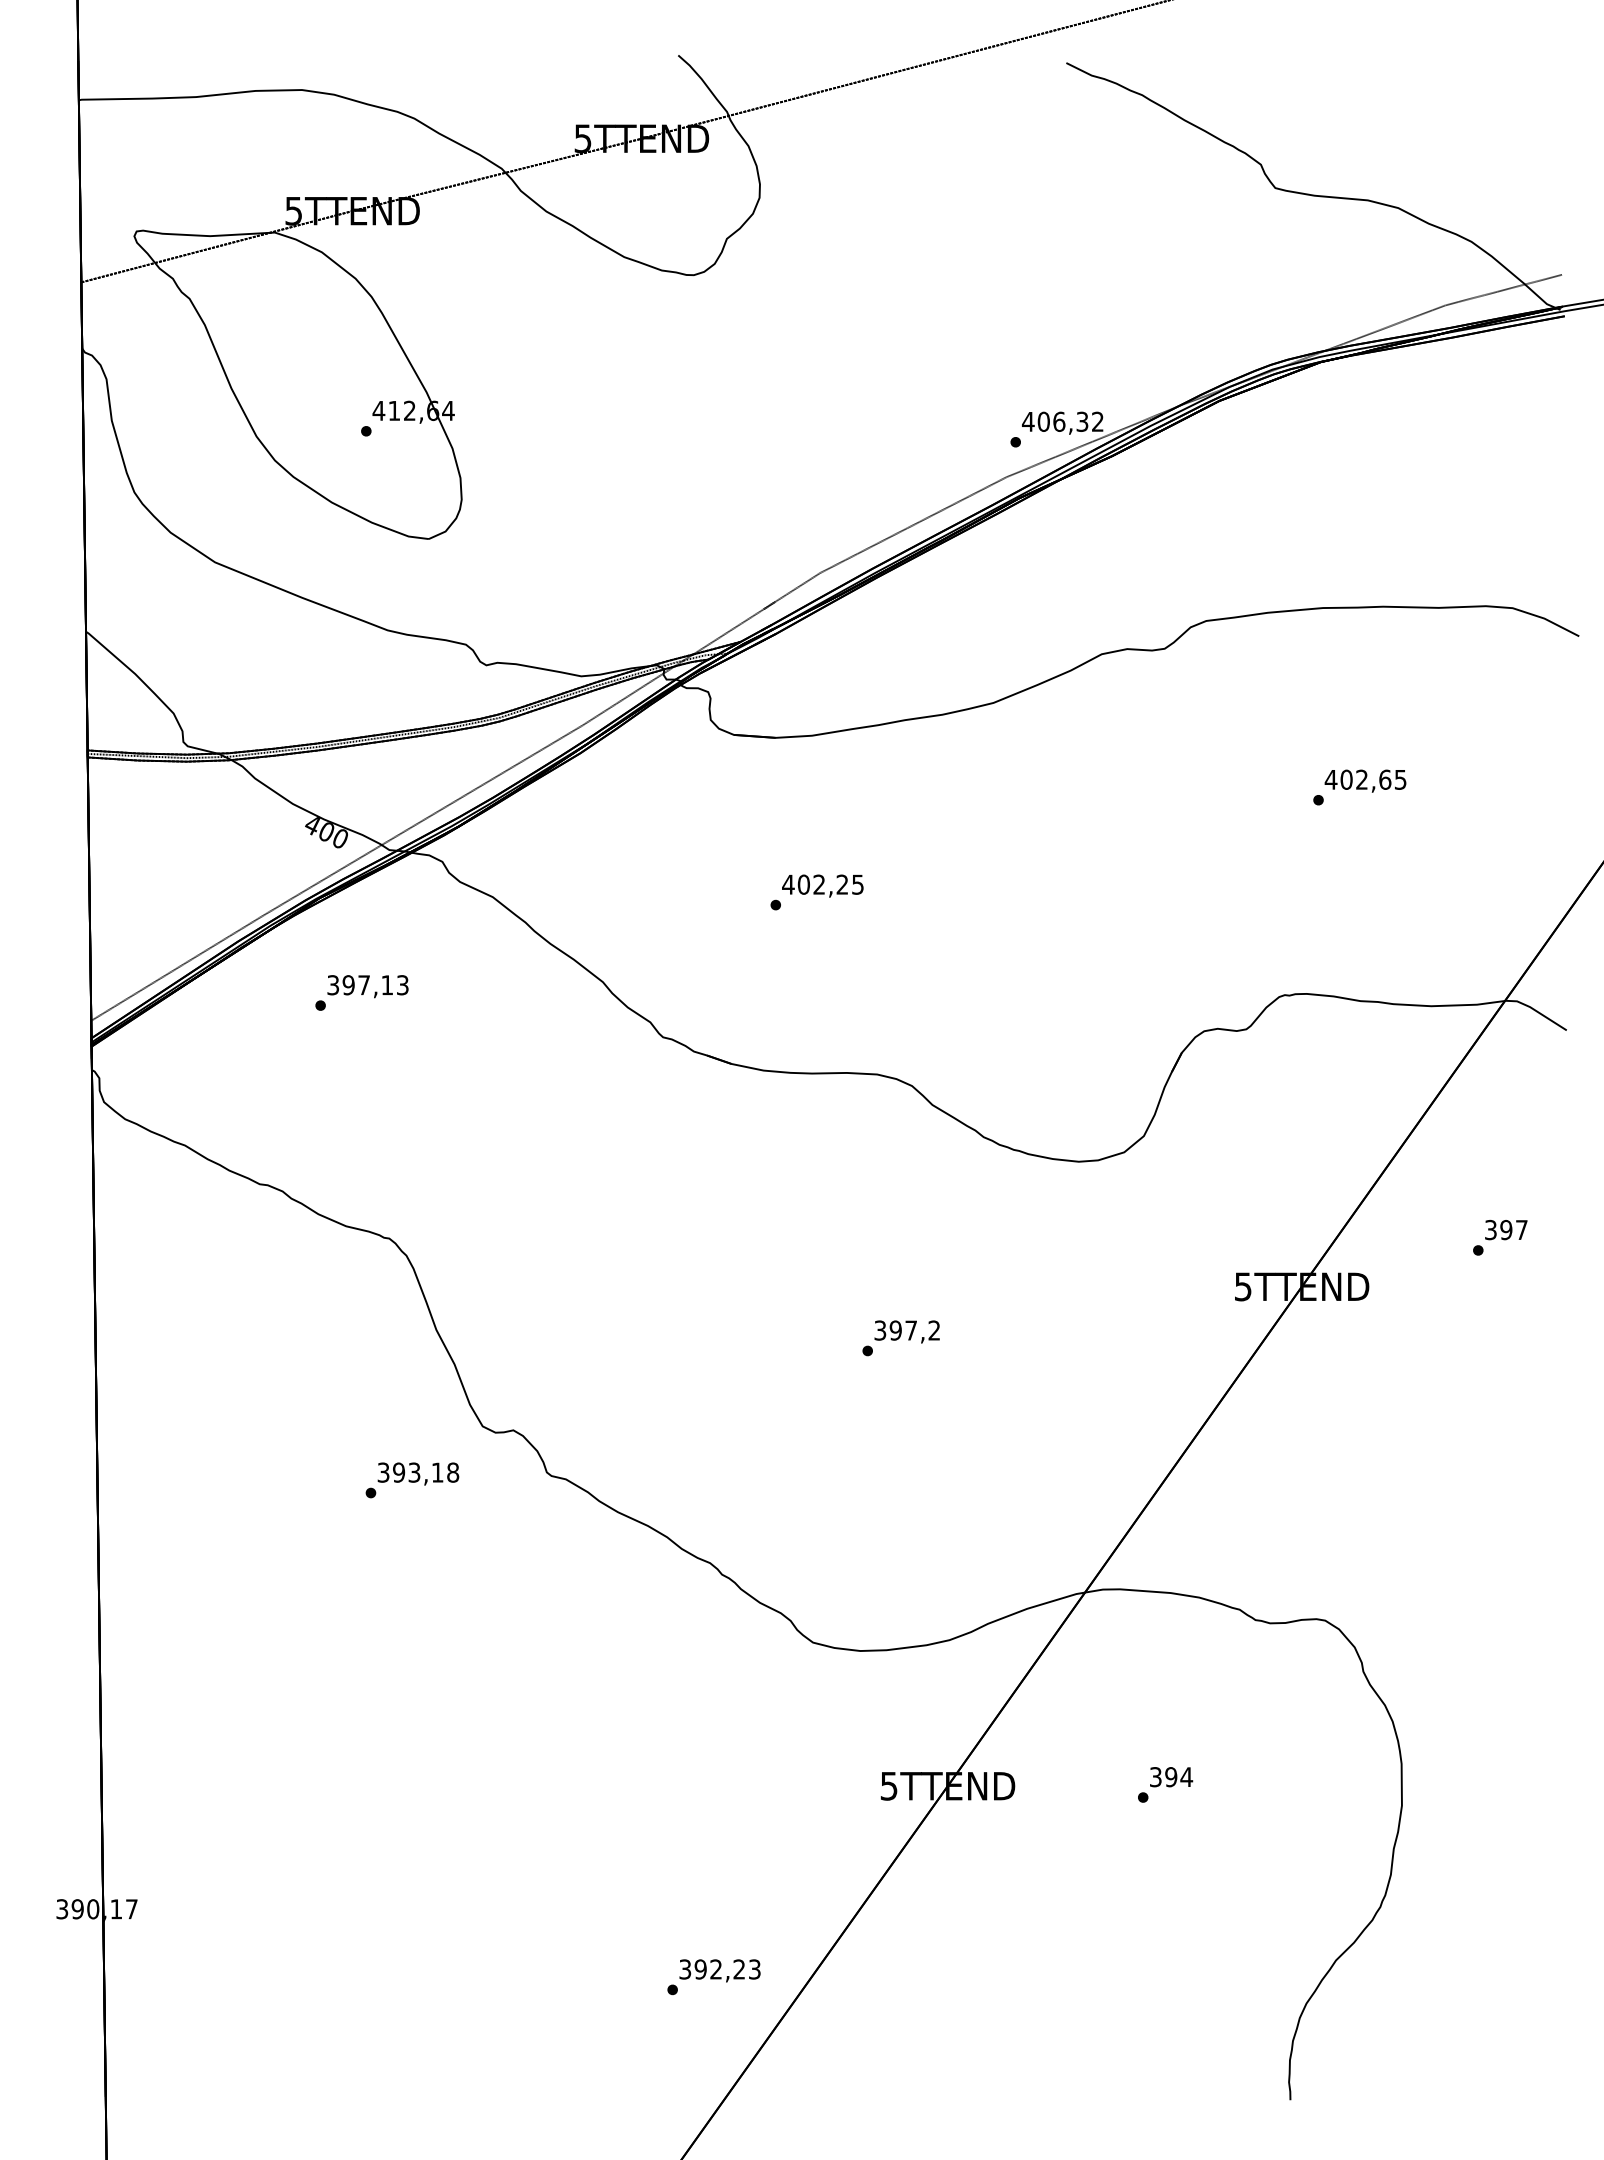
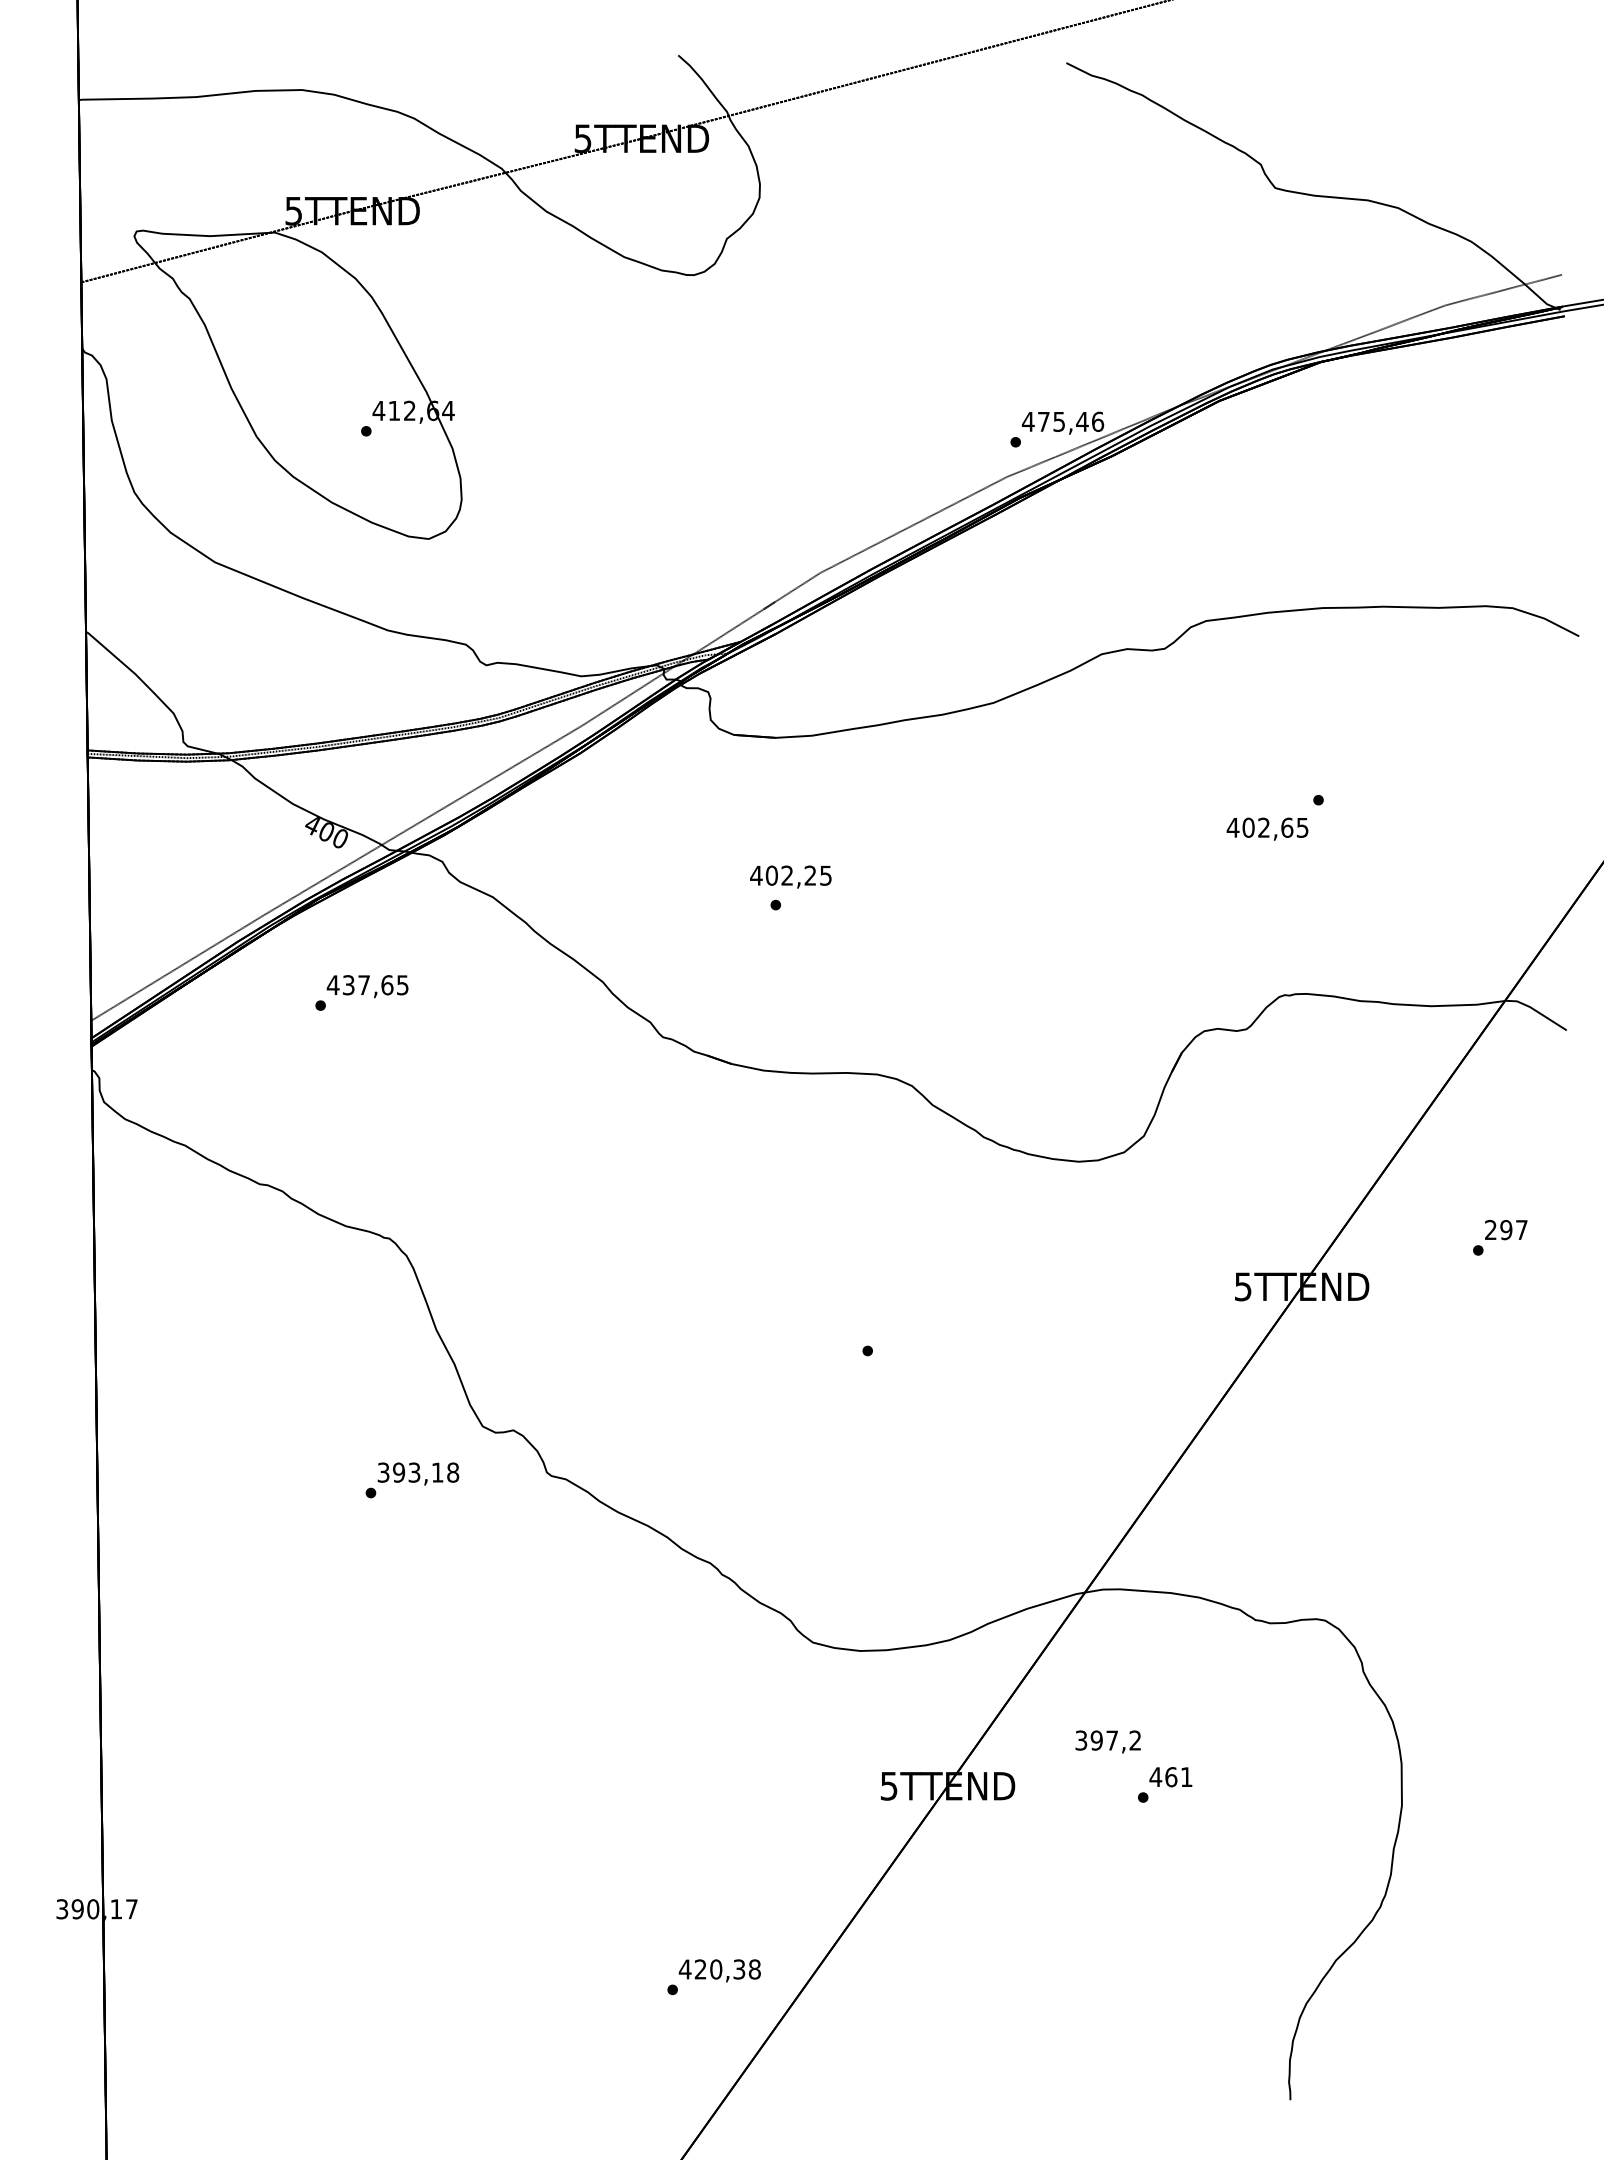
text at (1070, 421): 406,32 -> 475,46
text at (1365, 780) position: (1365, 780) -> (1267, 828)
text at (822, 885) position: (822, 885) -> (790, 876)
text at (367, 985): 397,13 -> 437,65
text at (1490, 1230): 397 -> 297
text at (906, 1331) position: (906, 1331) -> (1107, 1741)
text at (1171, 1777): 394 -> 461
text at (719, 1969): 392,23 -> 420,38
